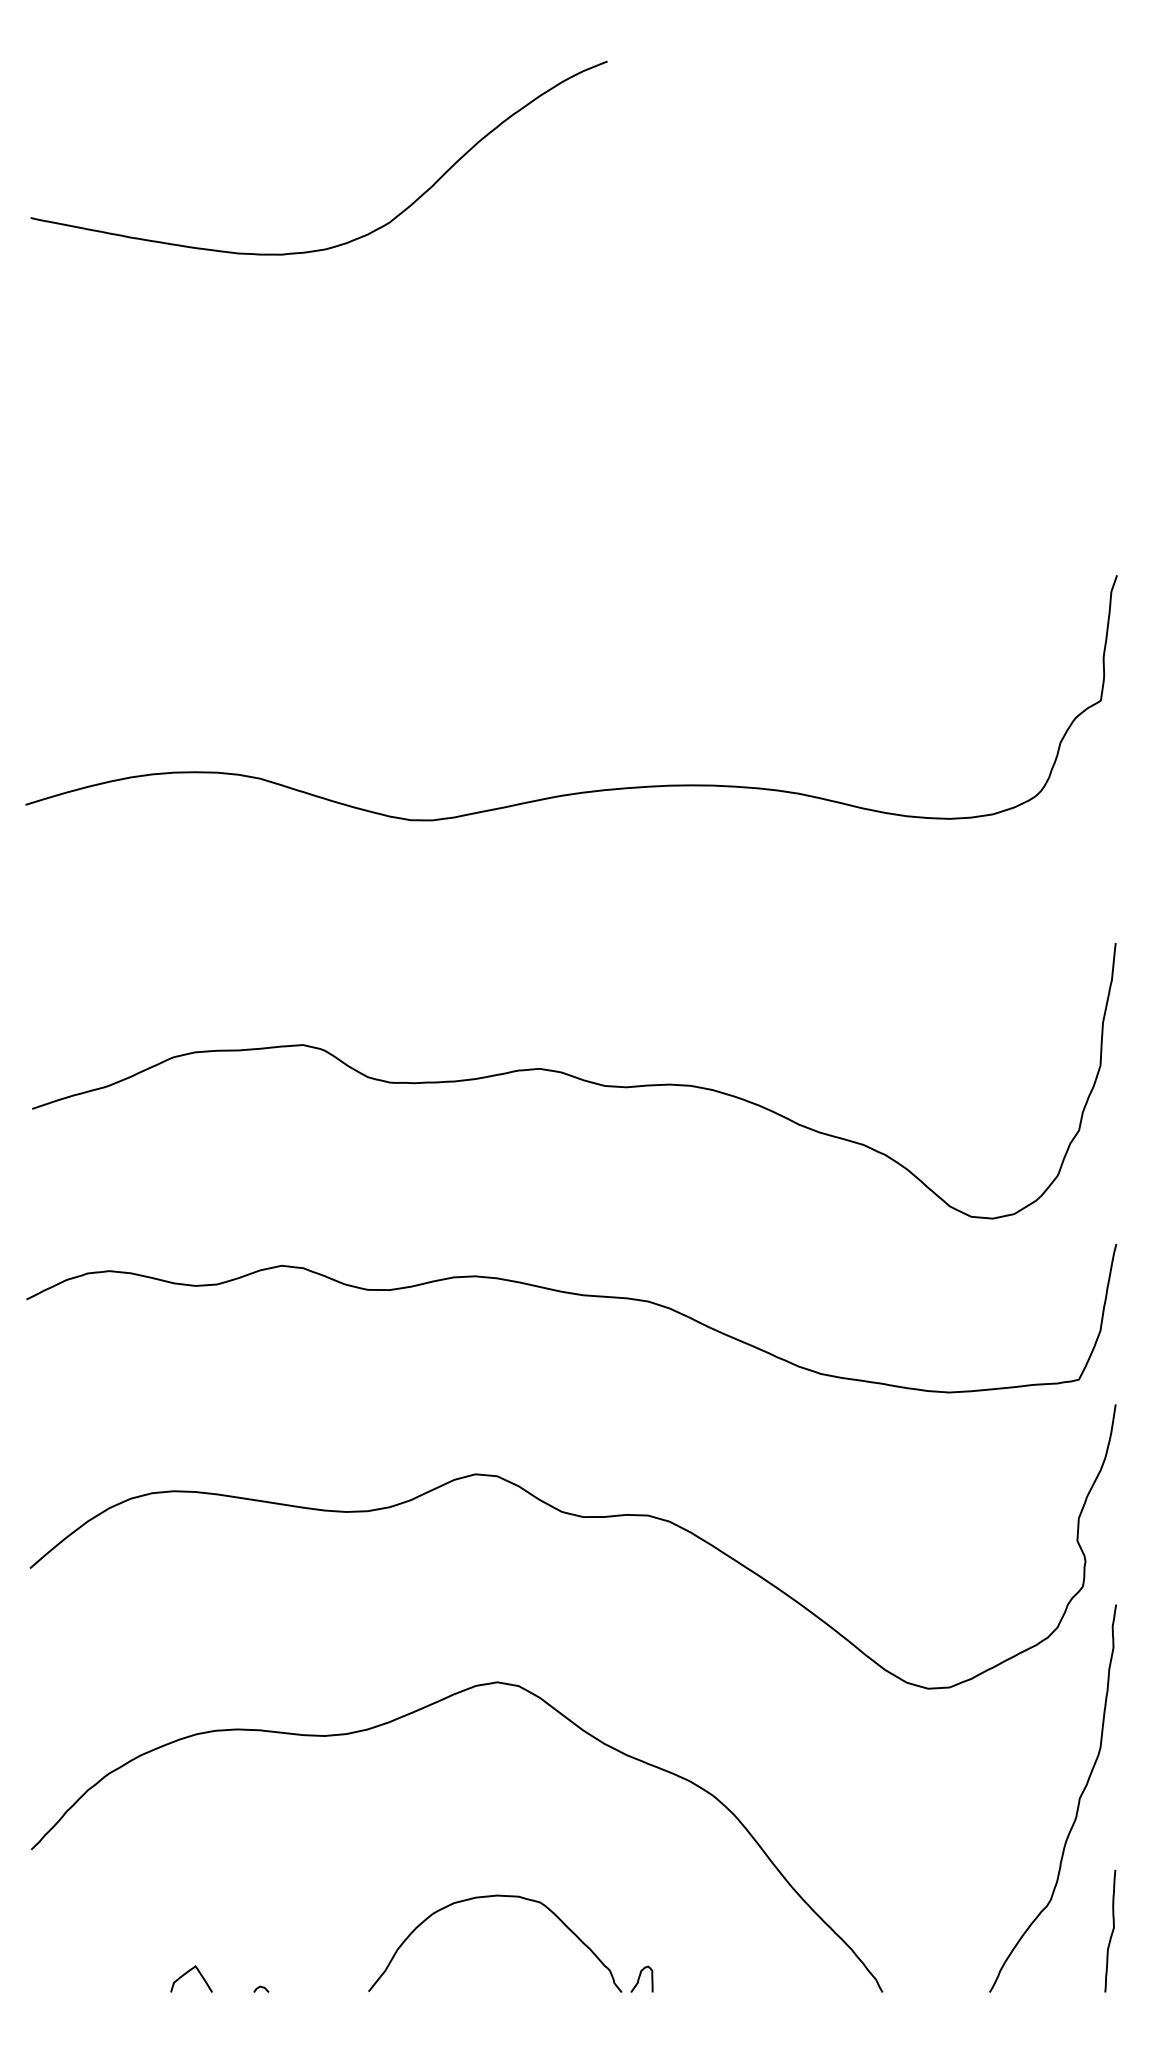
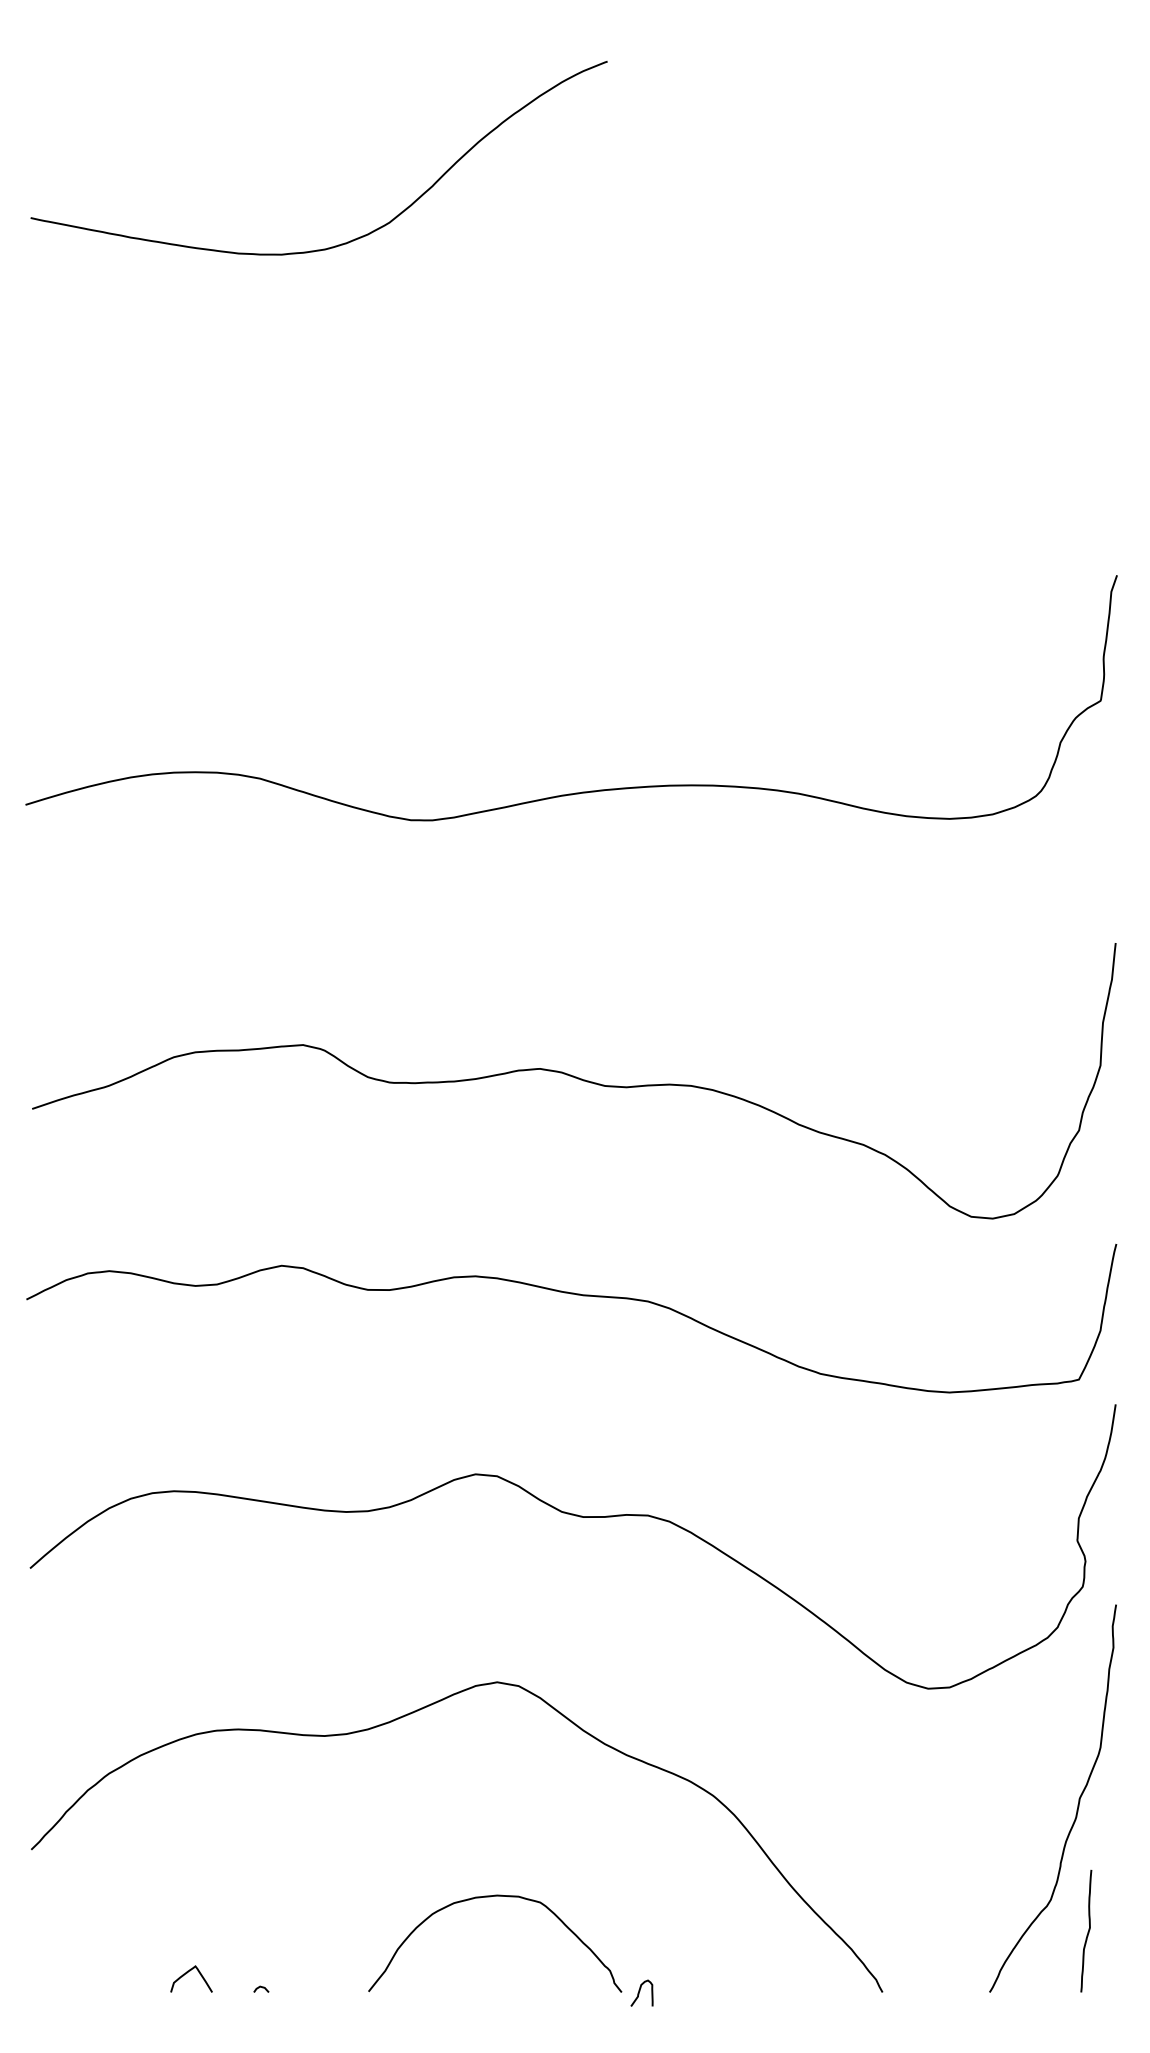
curve at (1111, 1931) position: (1111, 1931) -> (1087, 1931)
curve at (640, 1977) position: (640, 1977) -> (640, 1991)
